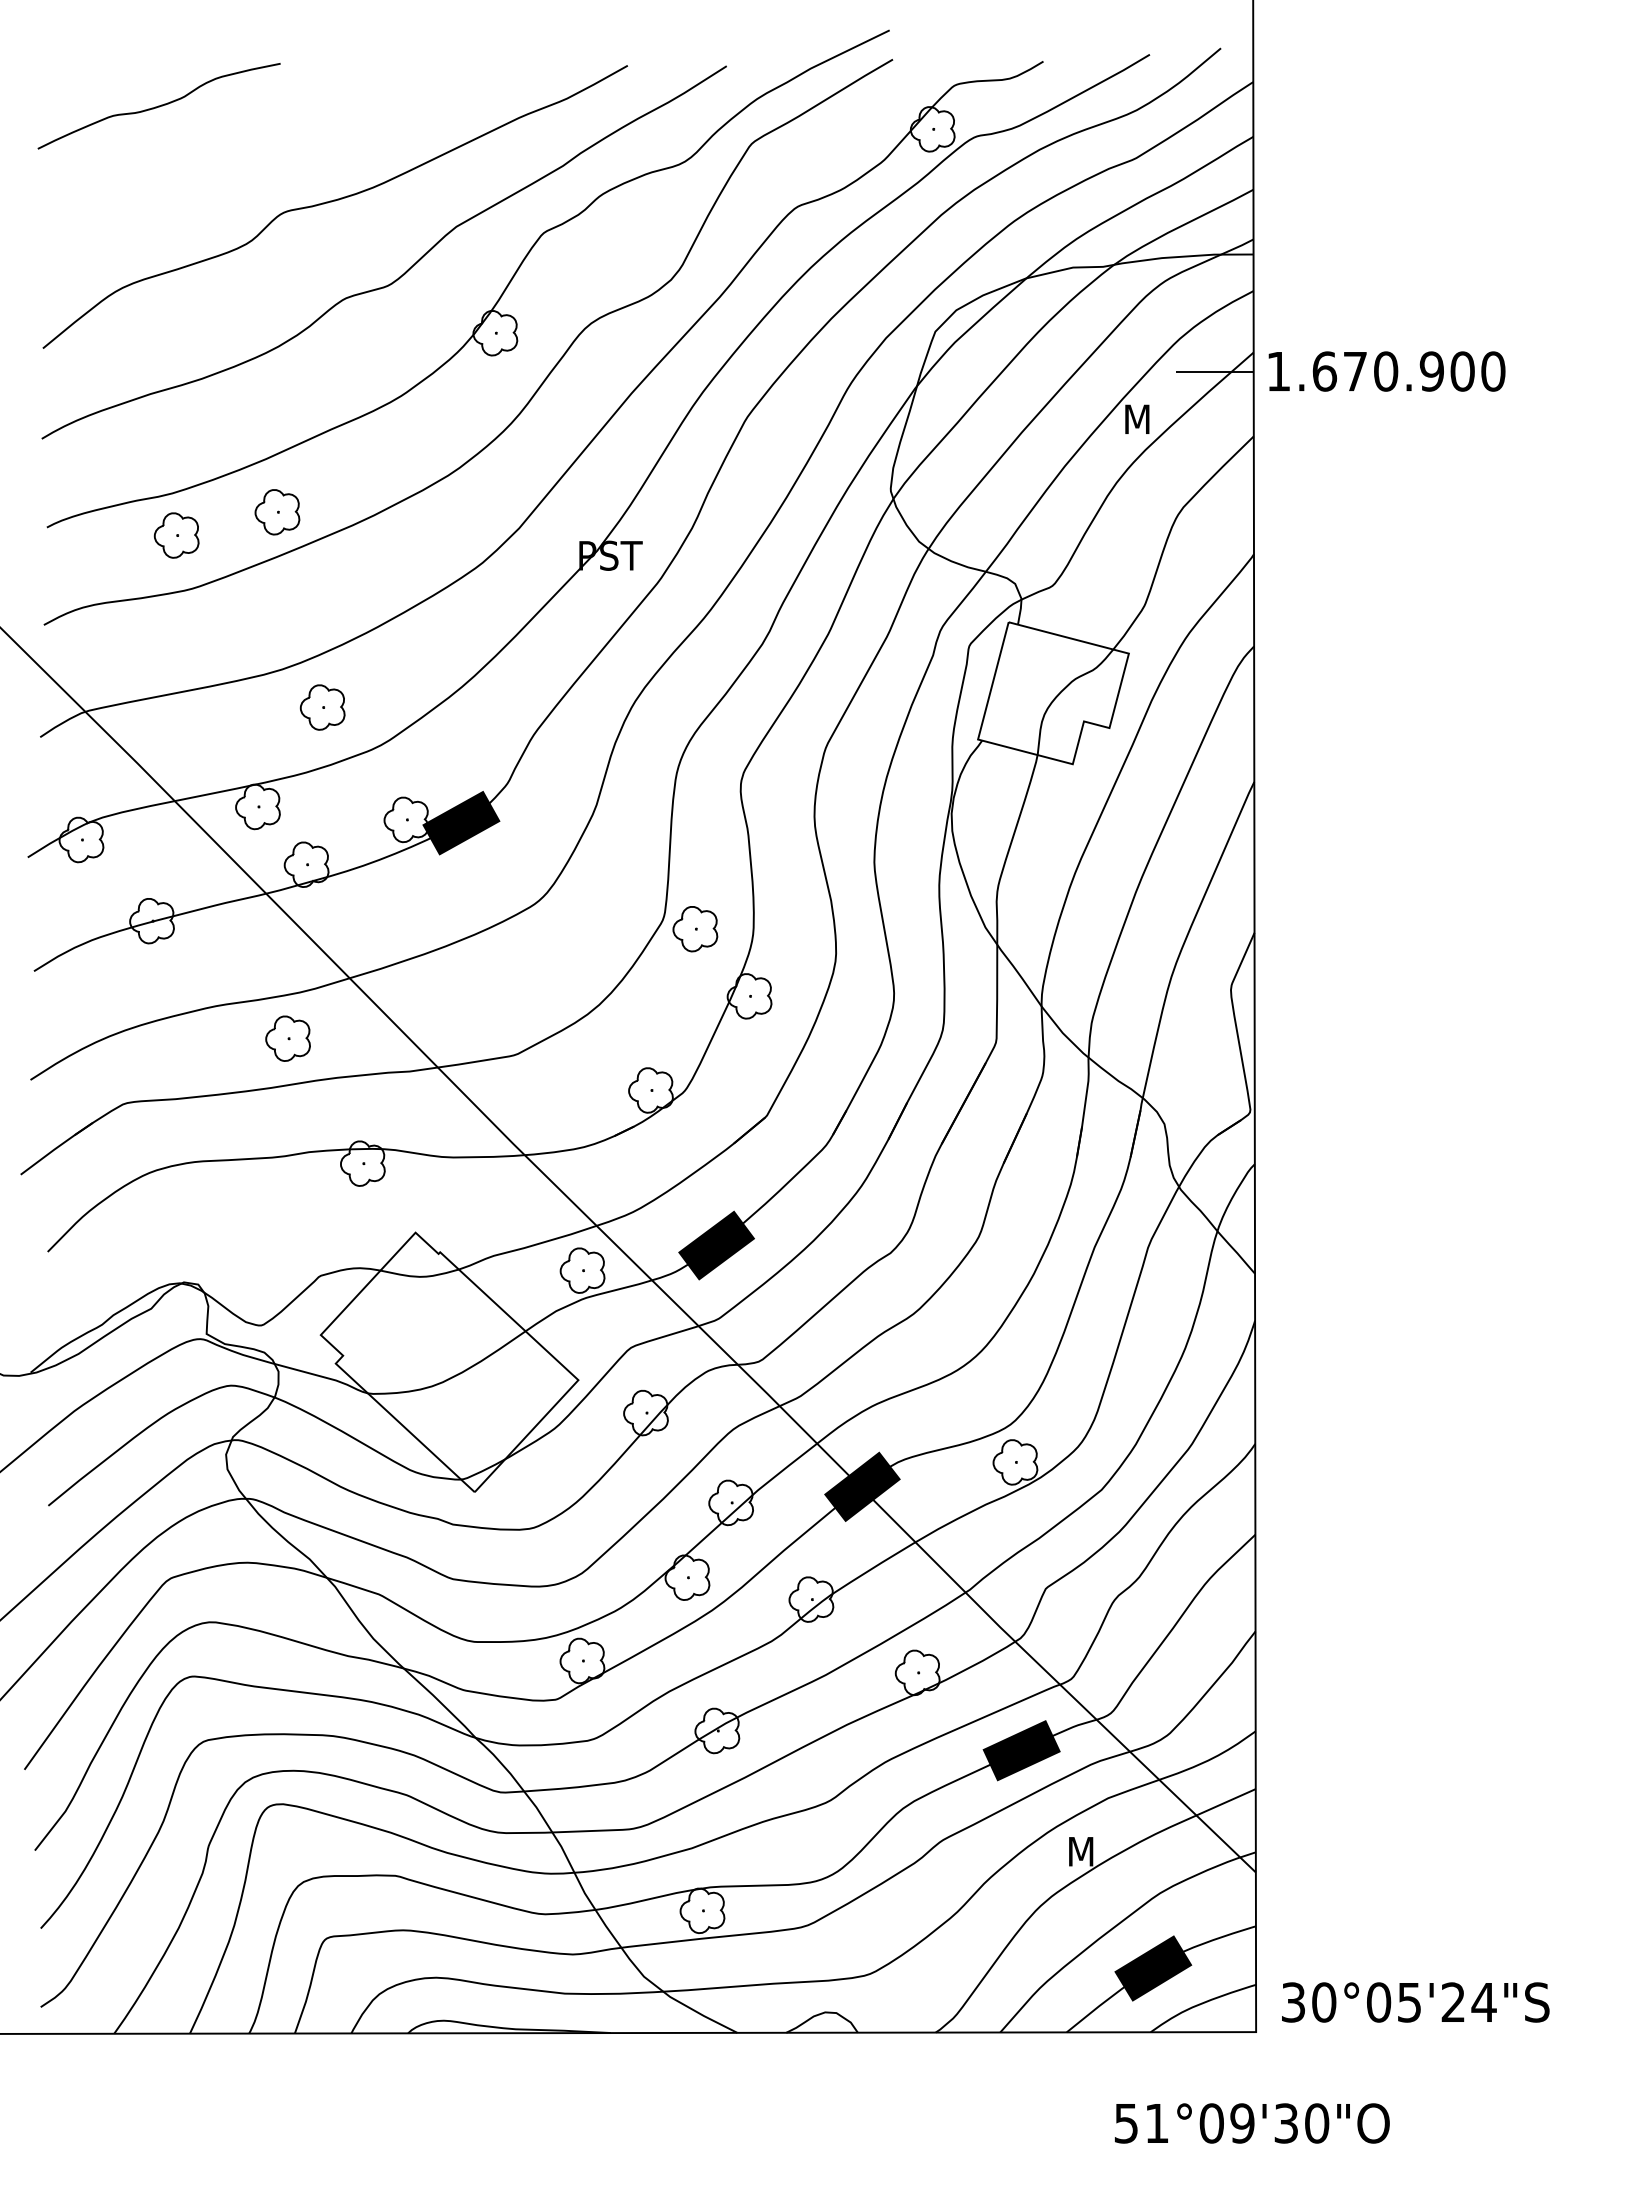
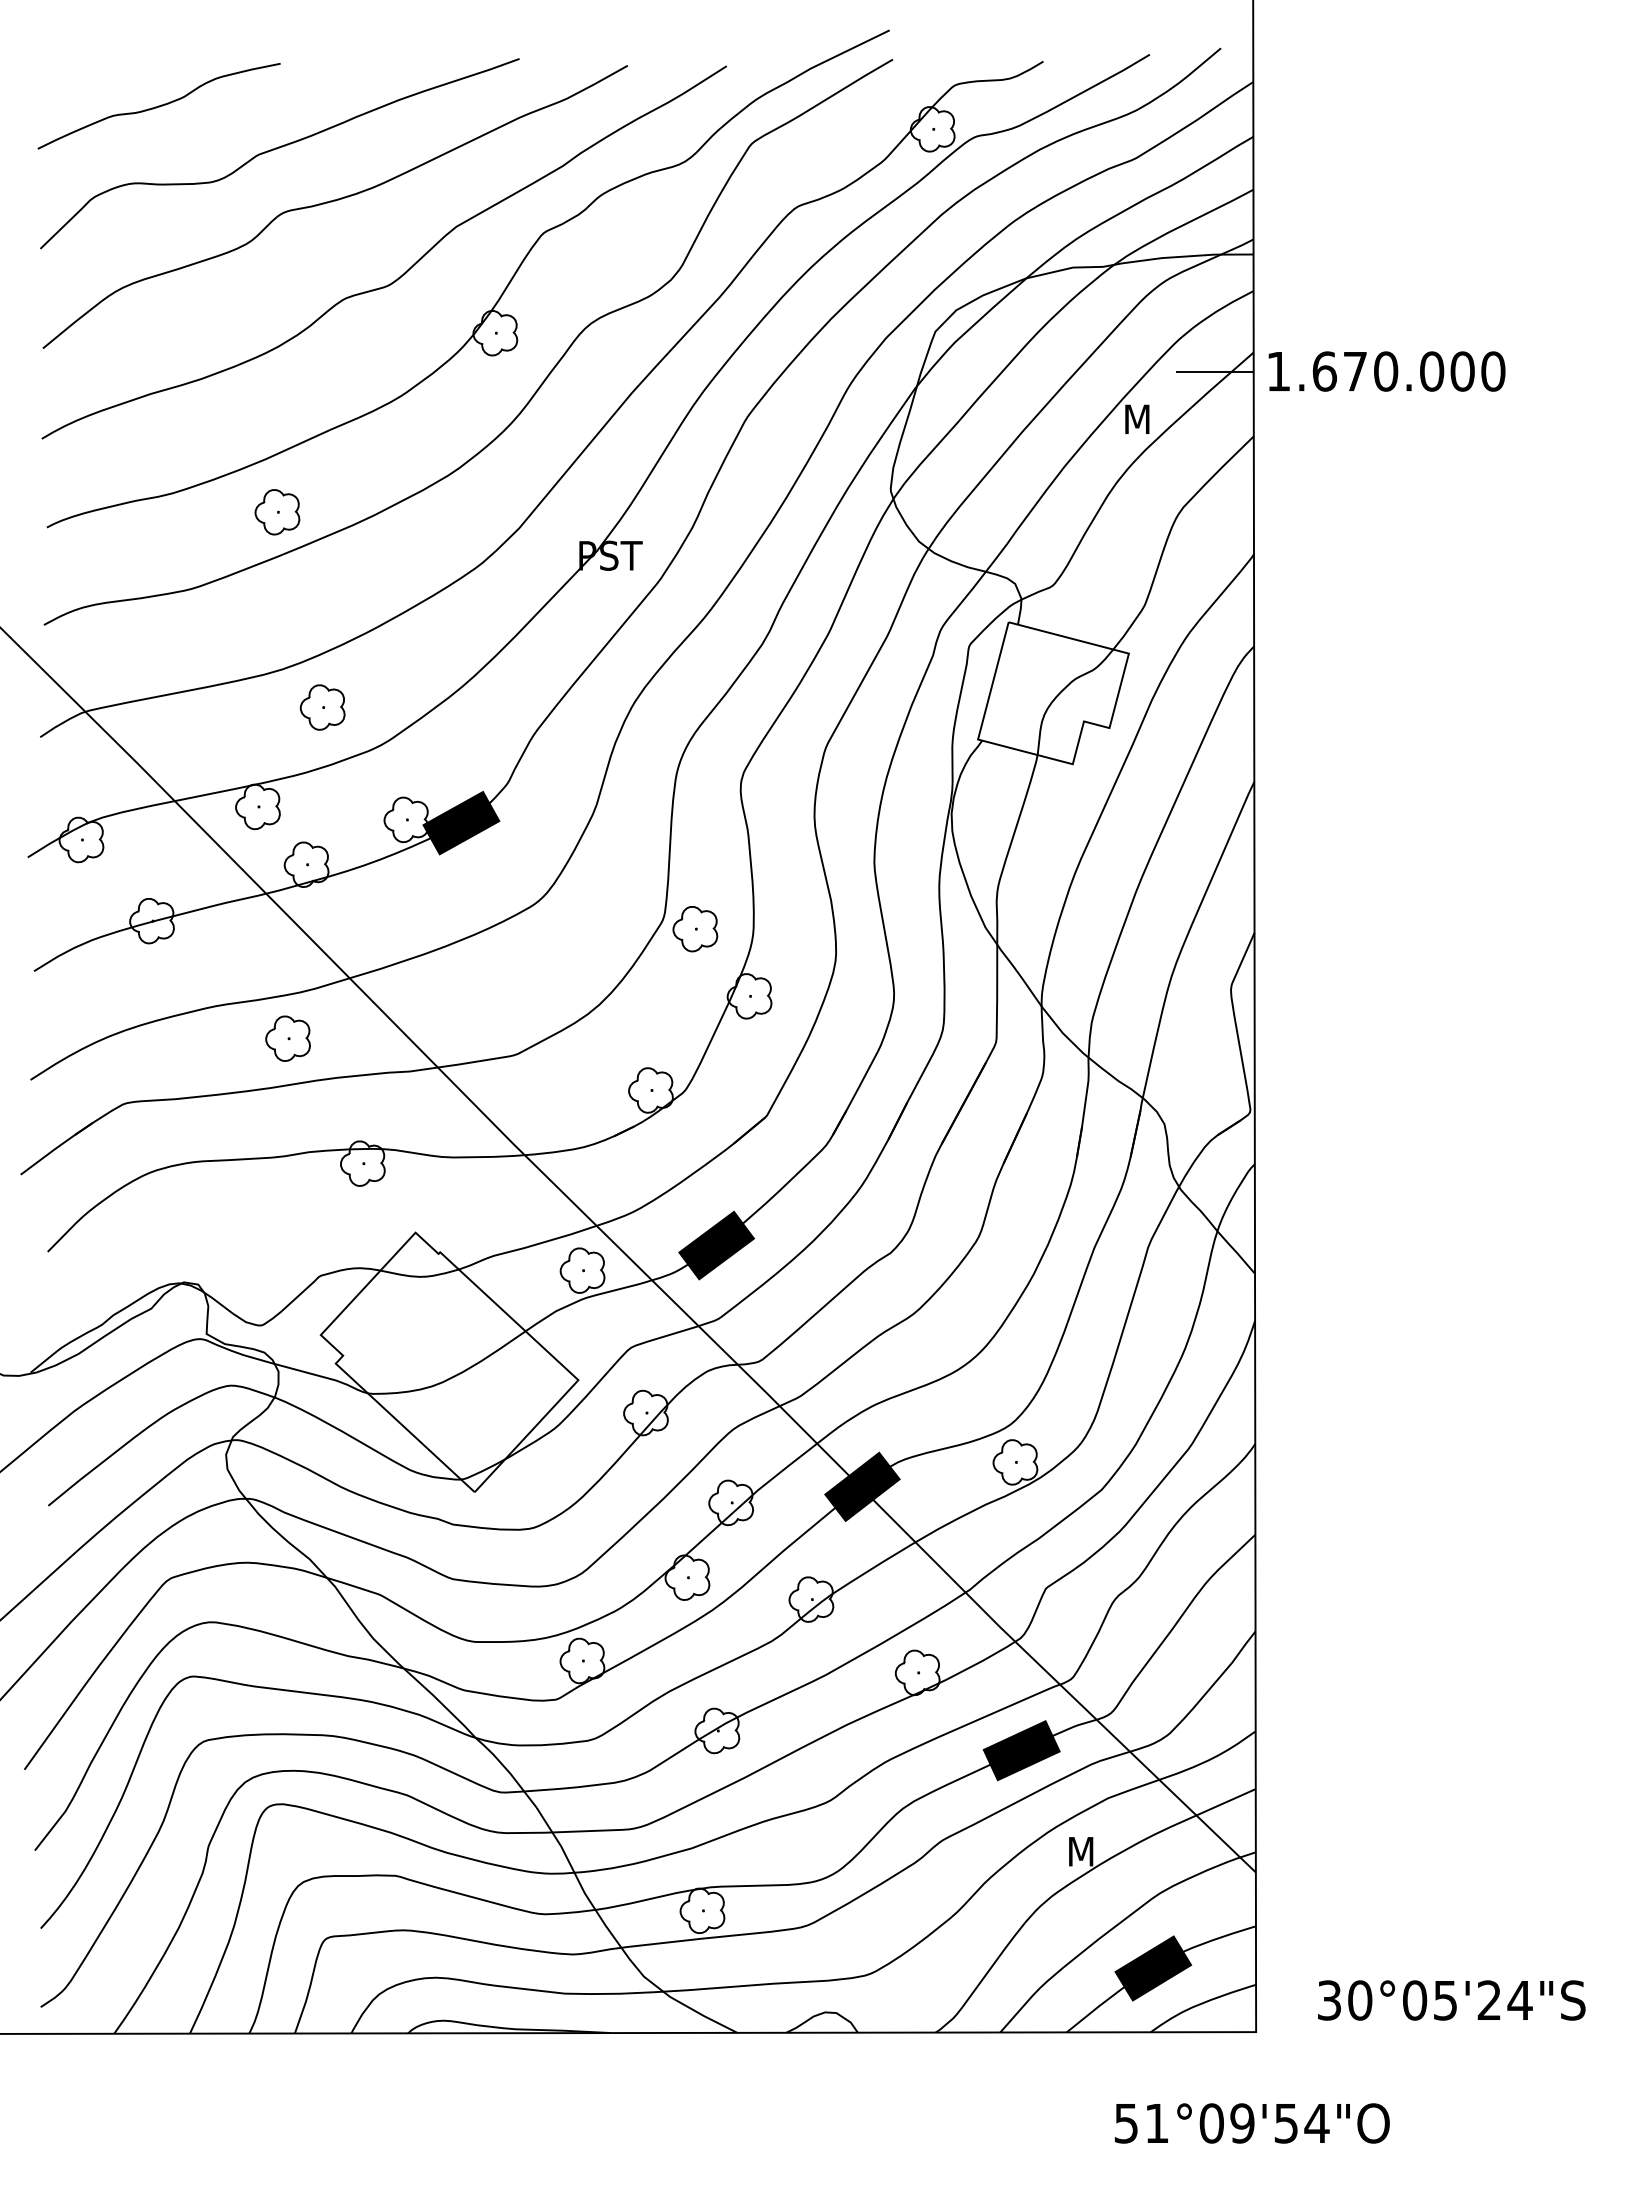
curve at (279, 148): none -> present
text at (1431, 371): 1.670.900 -> 1.670.000
part at (176, 535): present -> none
text at (1415, 2002) position: (1415, 2002) -> (1451, 2000)
text at (1302, 2123): 51°09'30"O -> 51°09'54"O
